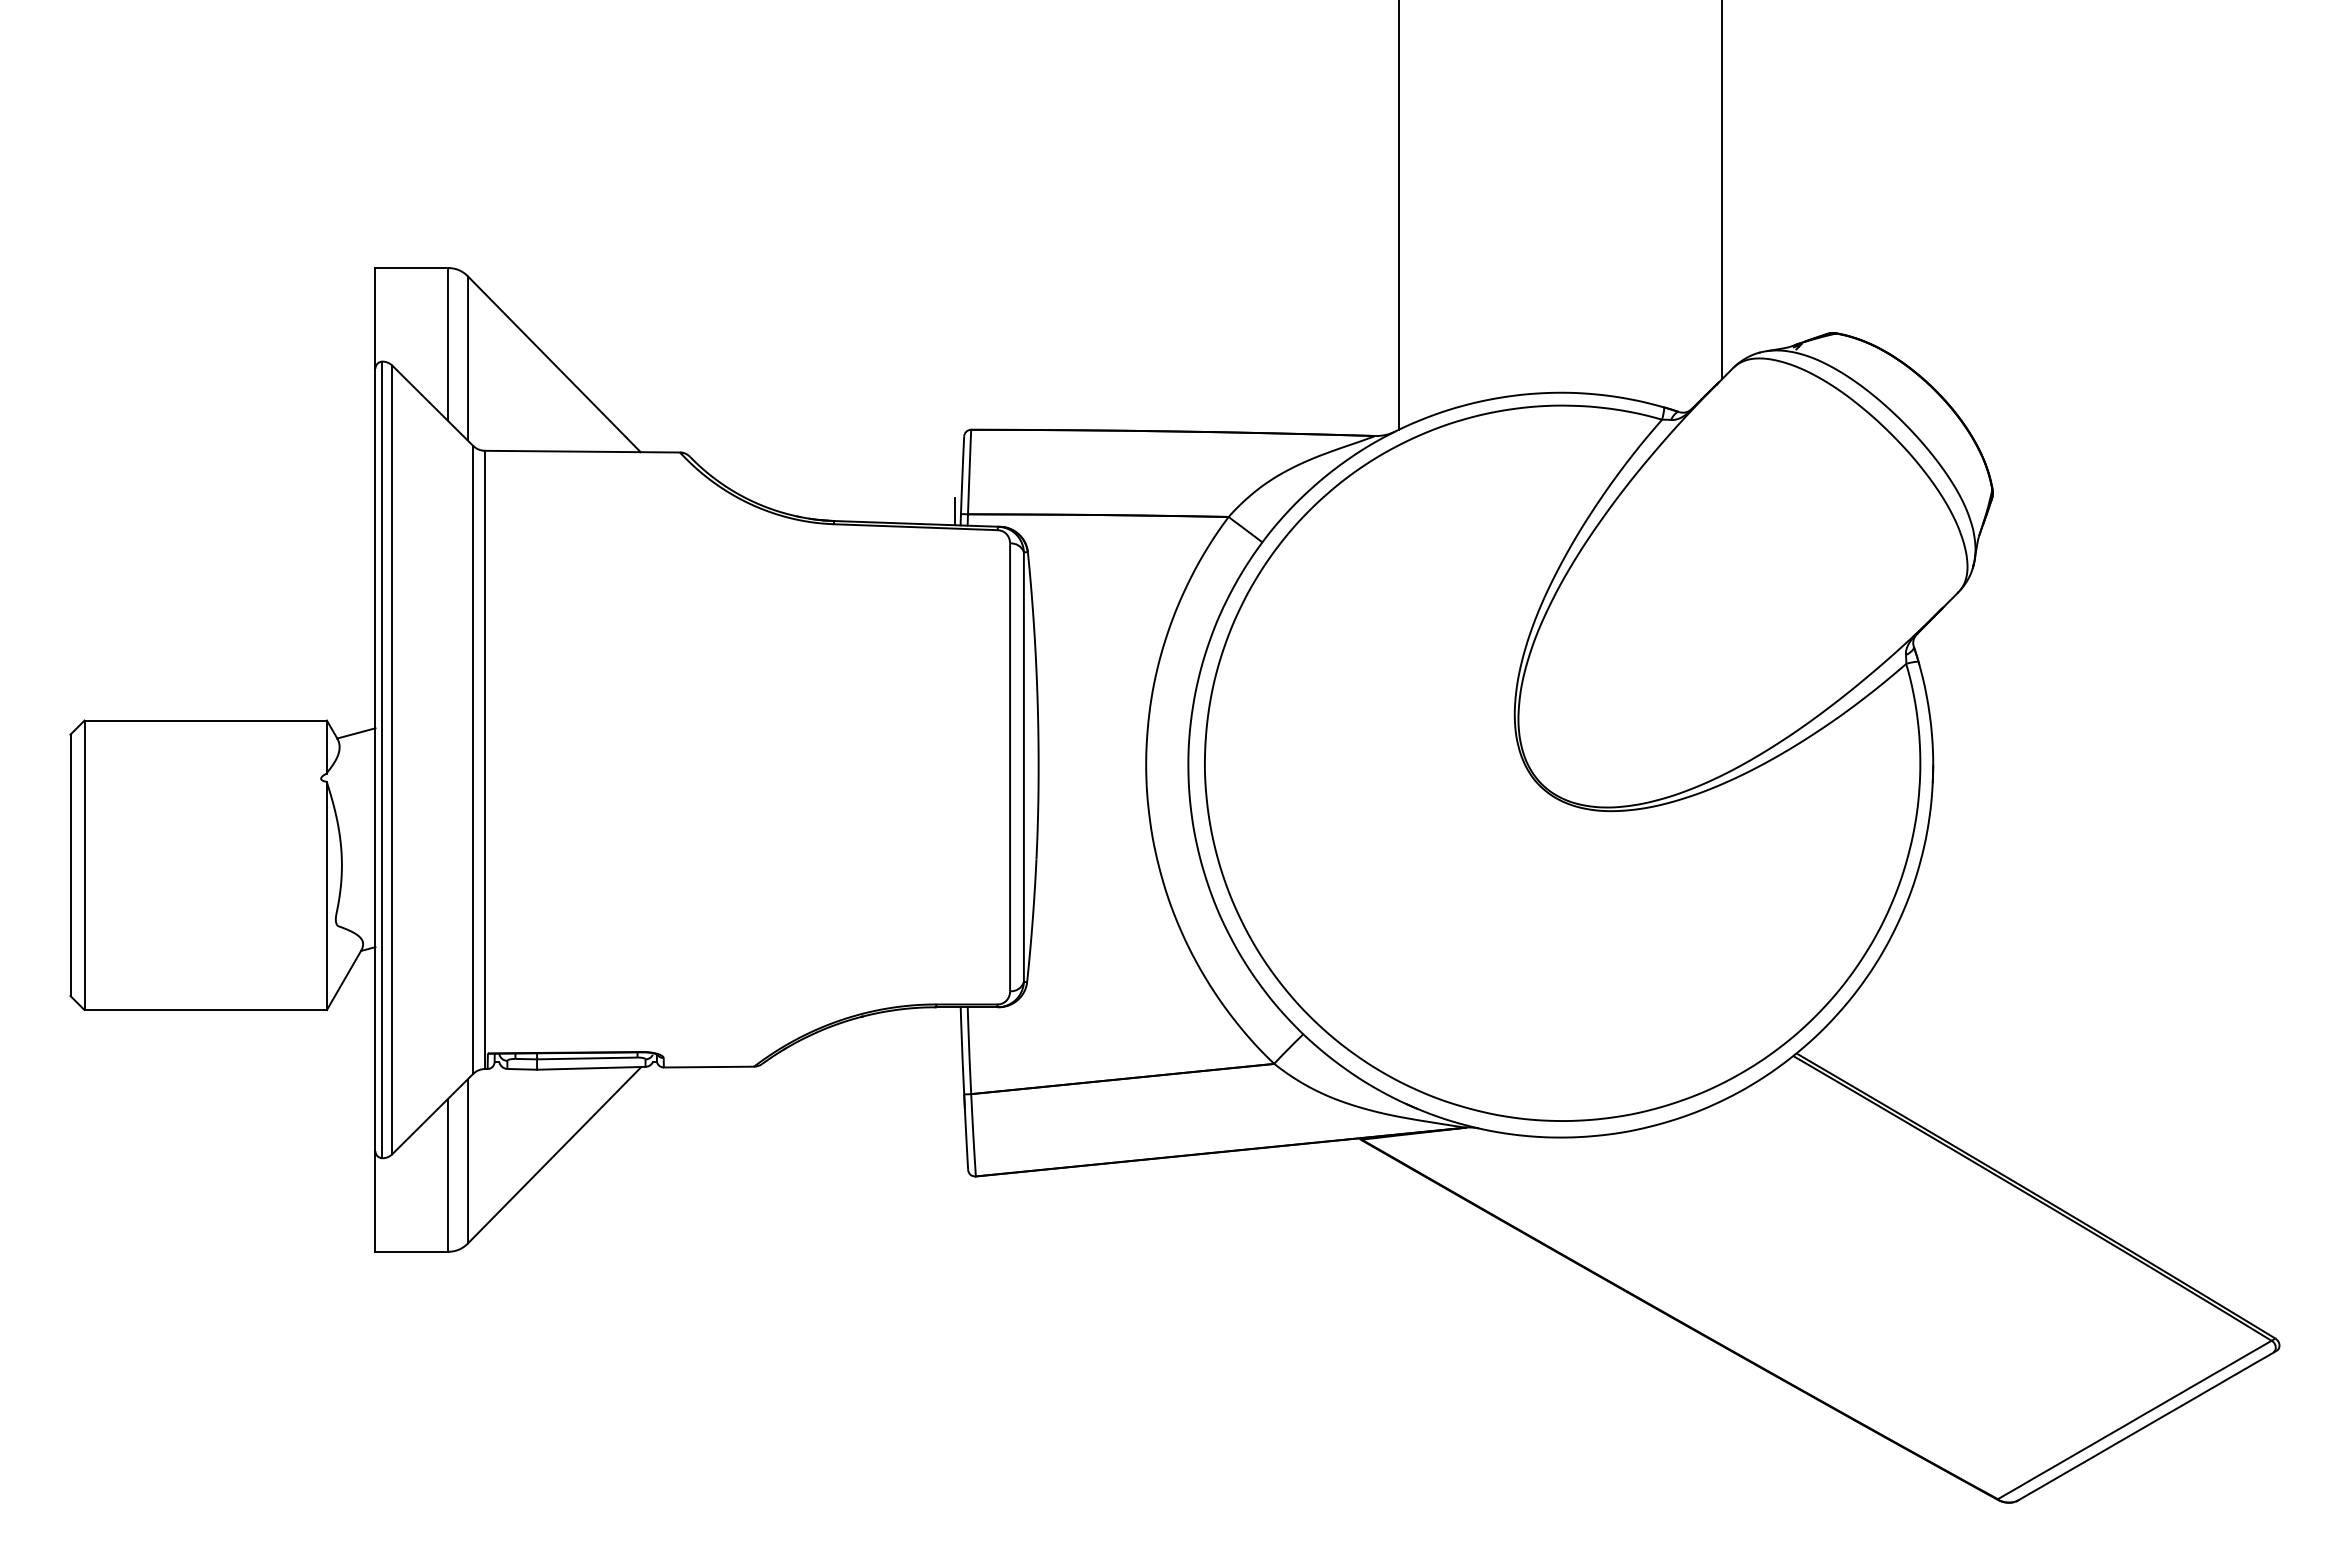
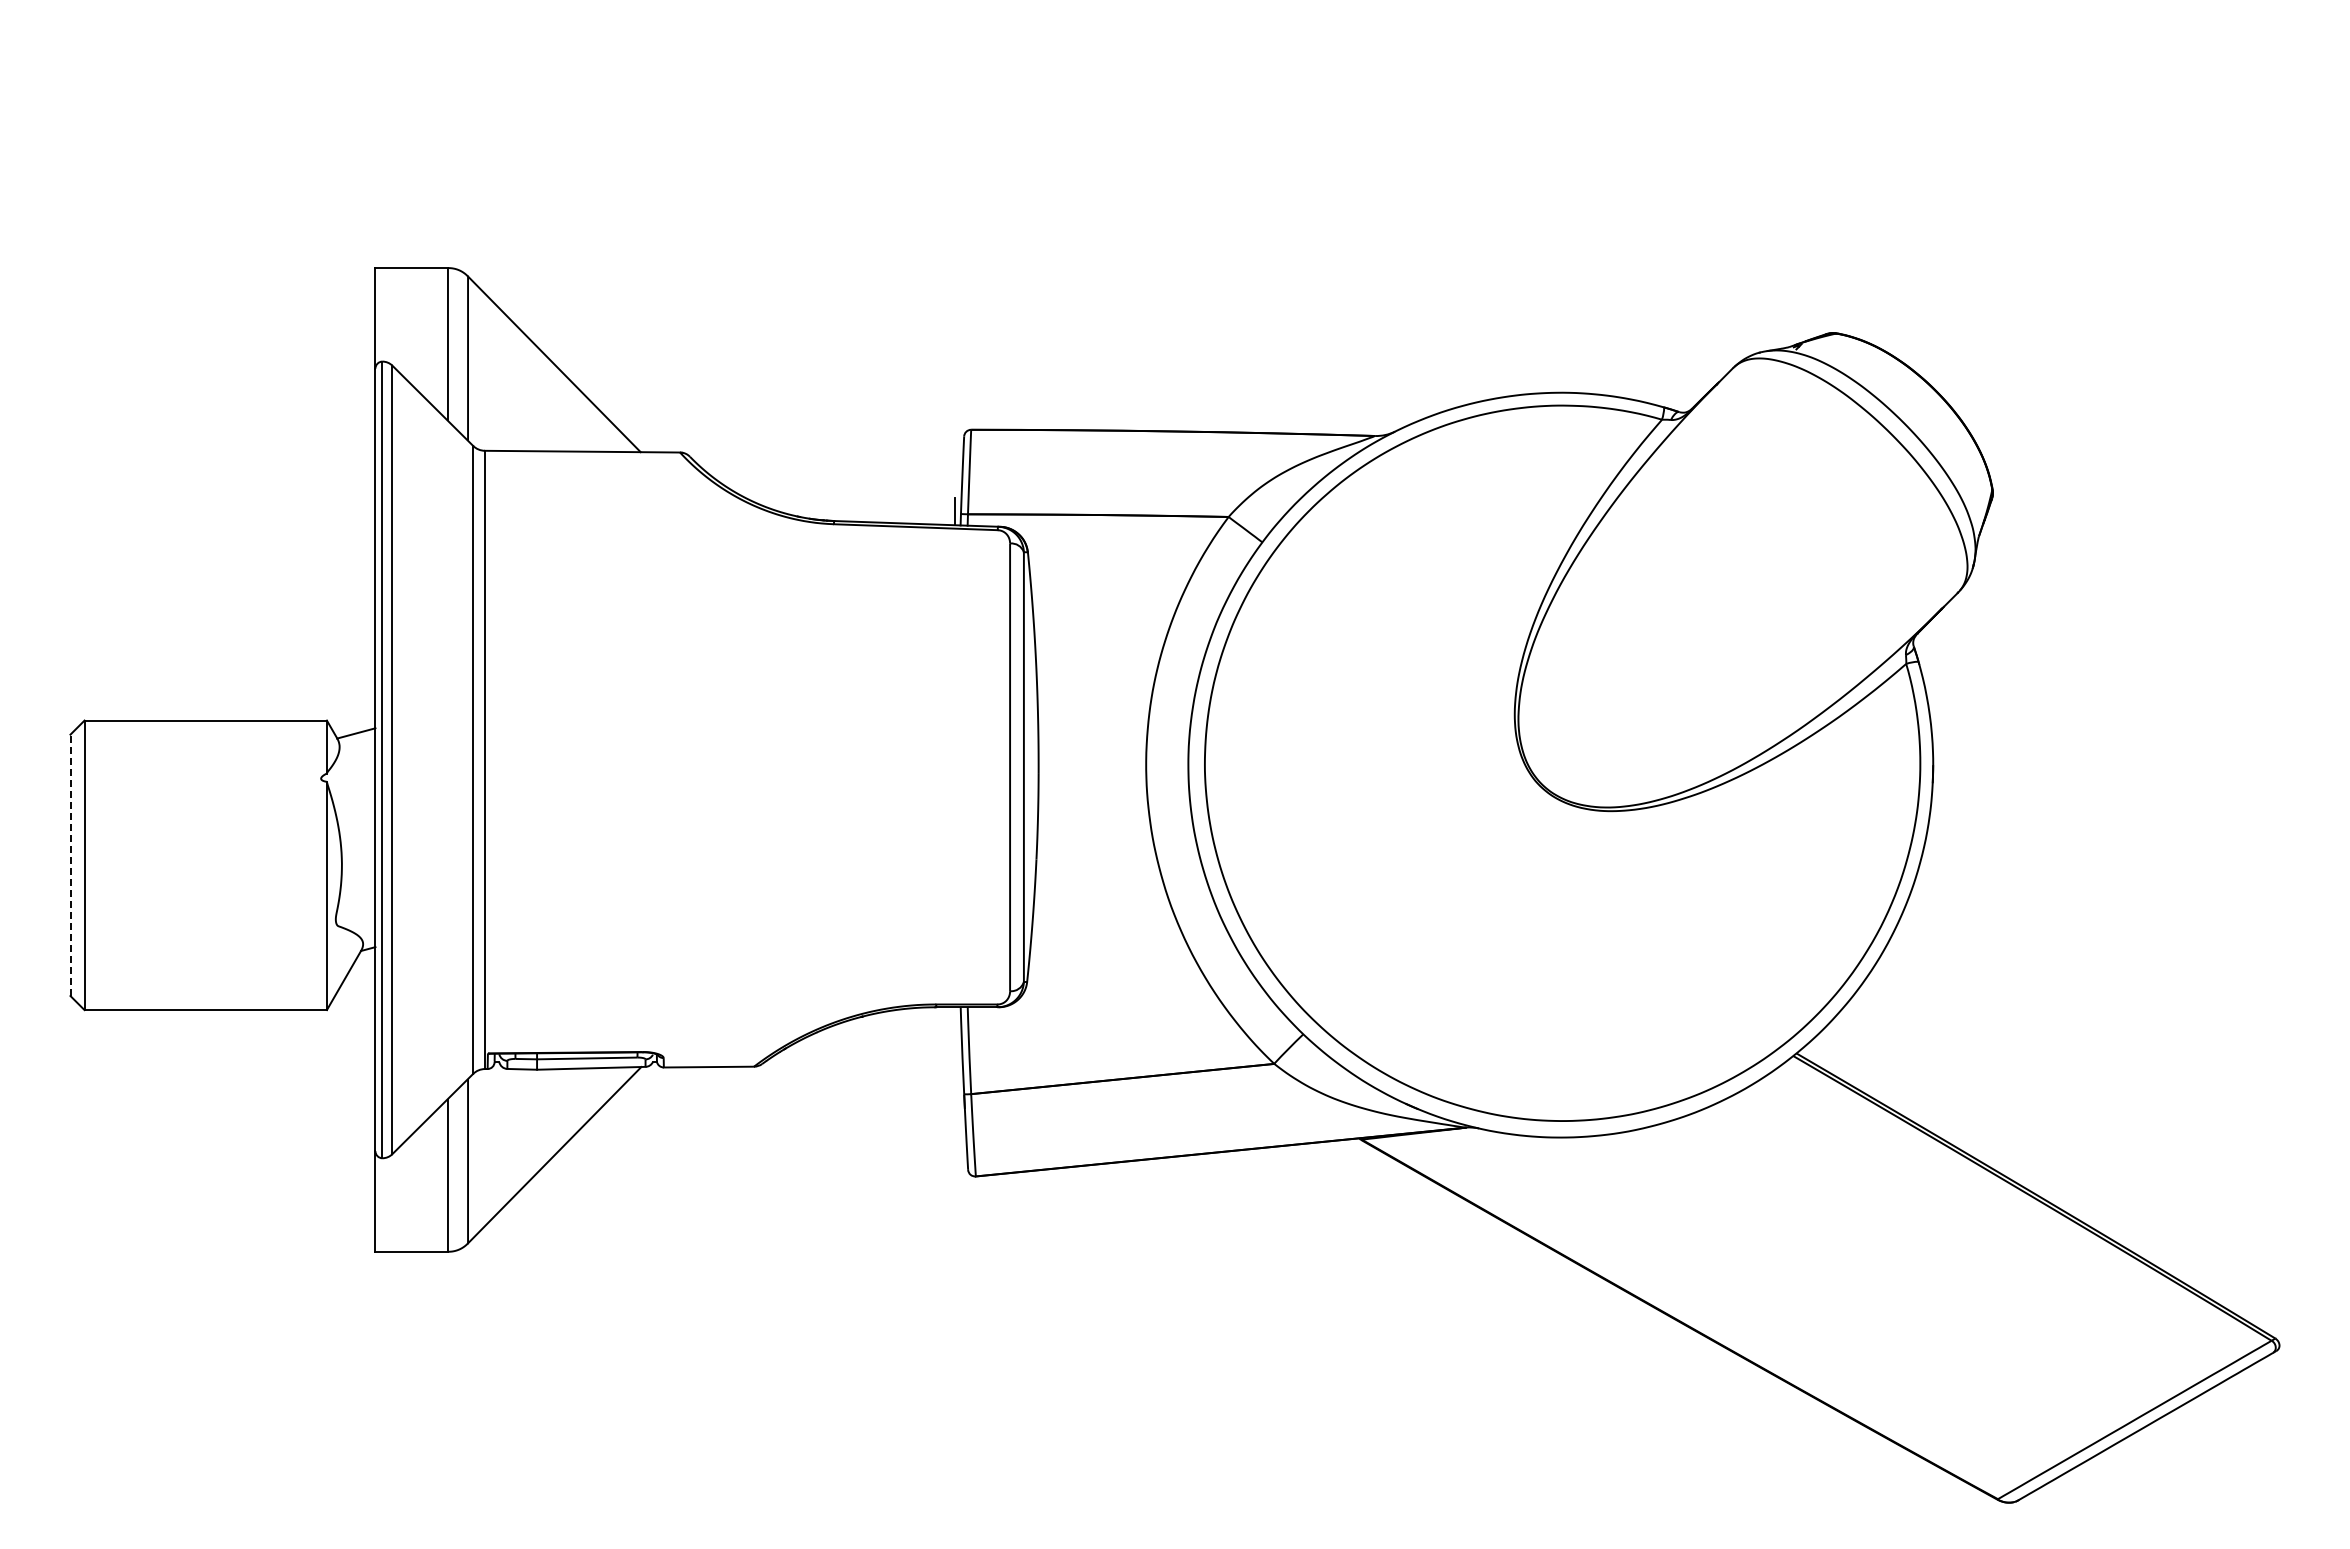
line at (1722, 190): present -> none
line at (1399, 215): present -> none
line at (70, 865): solid -> dashed
